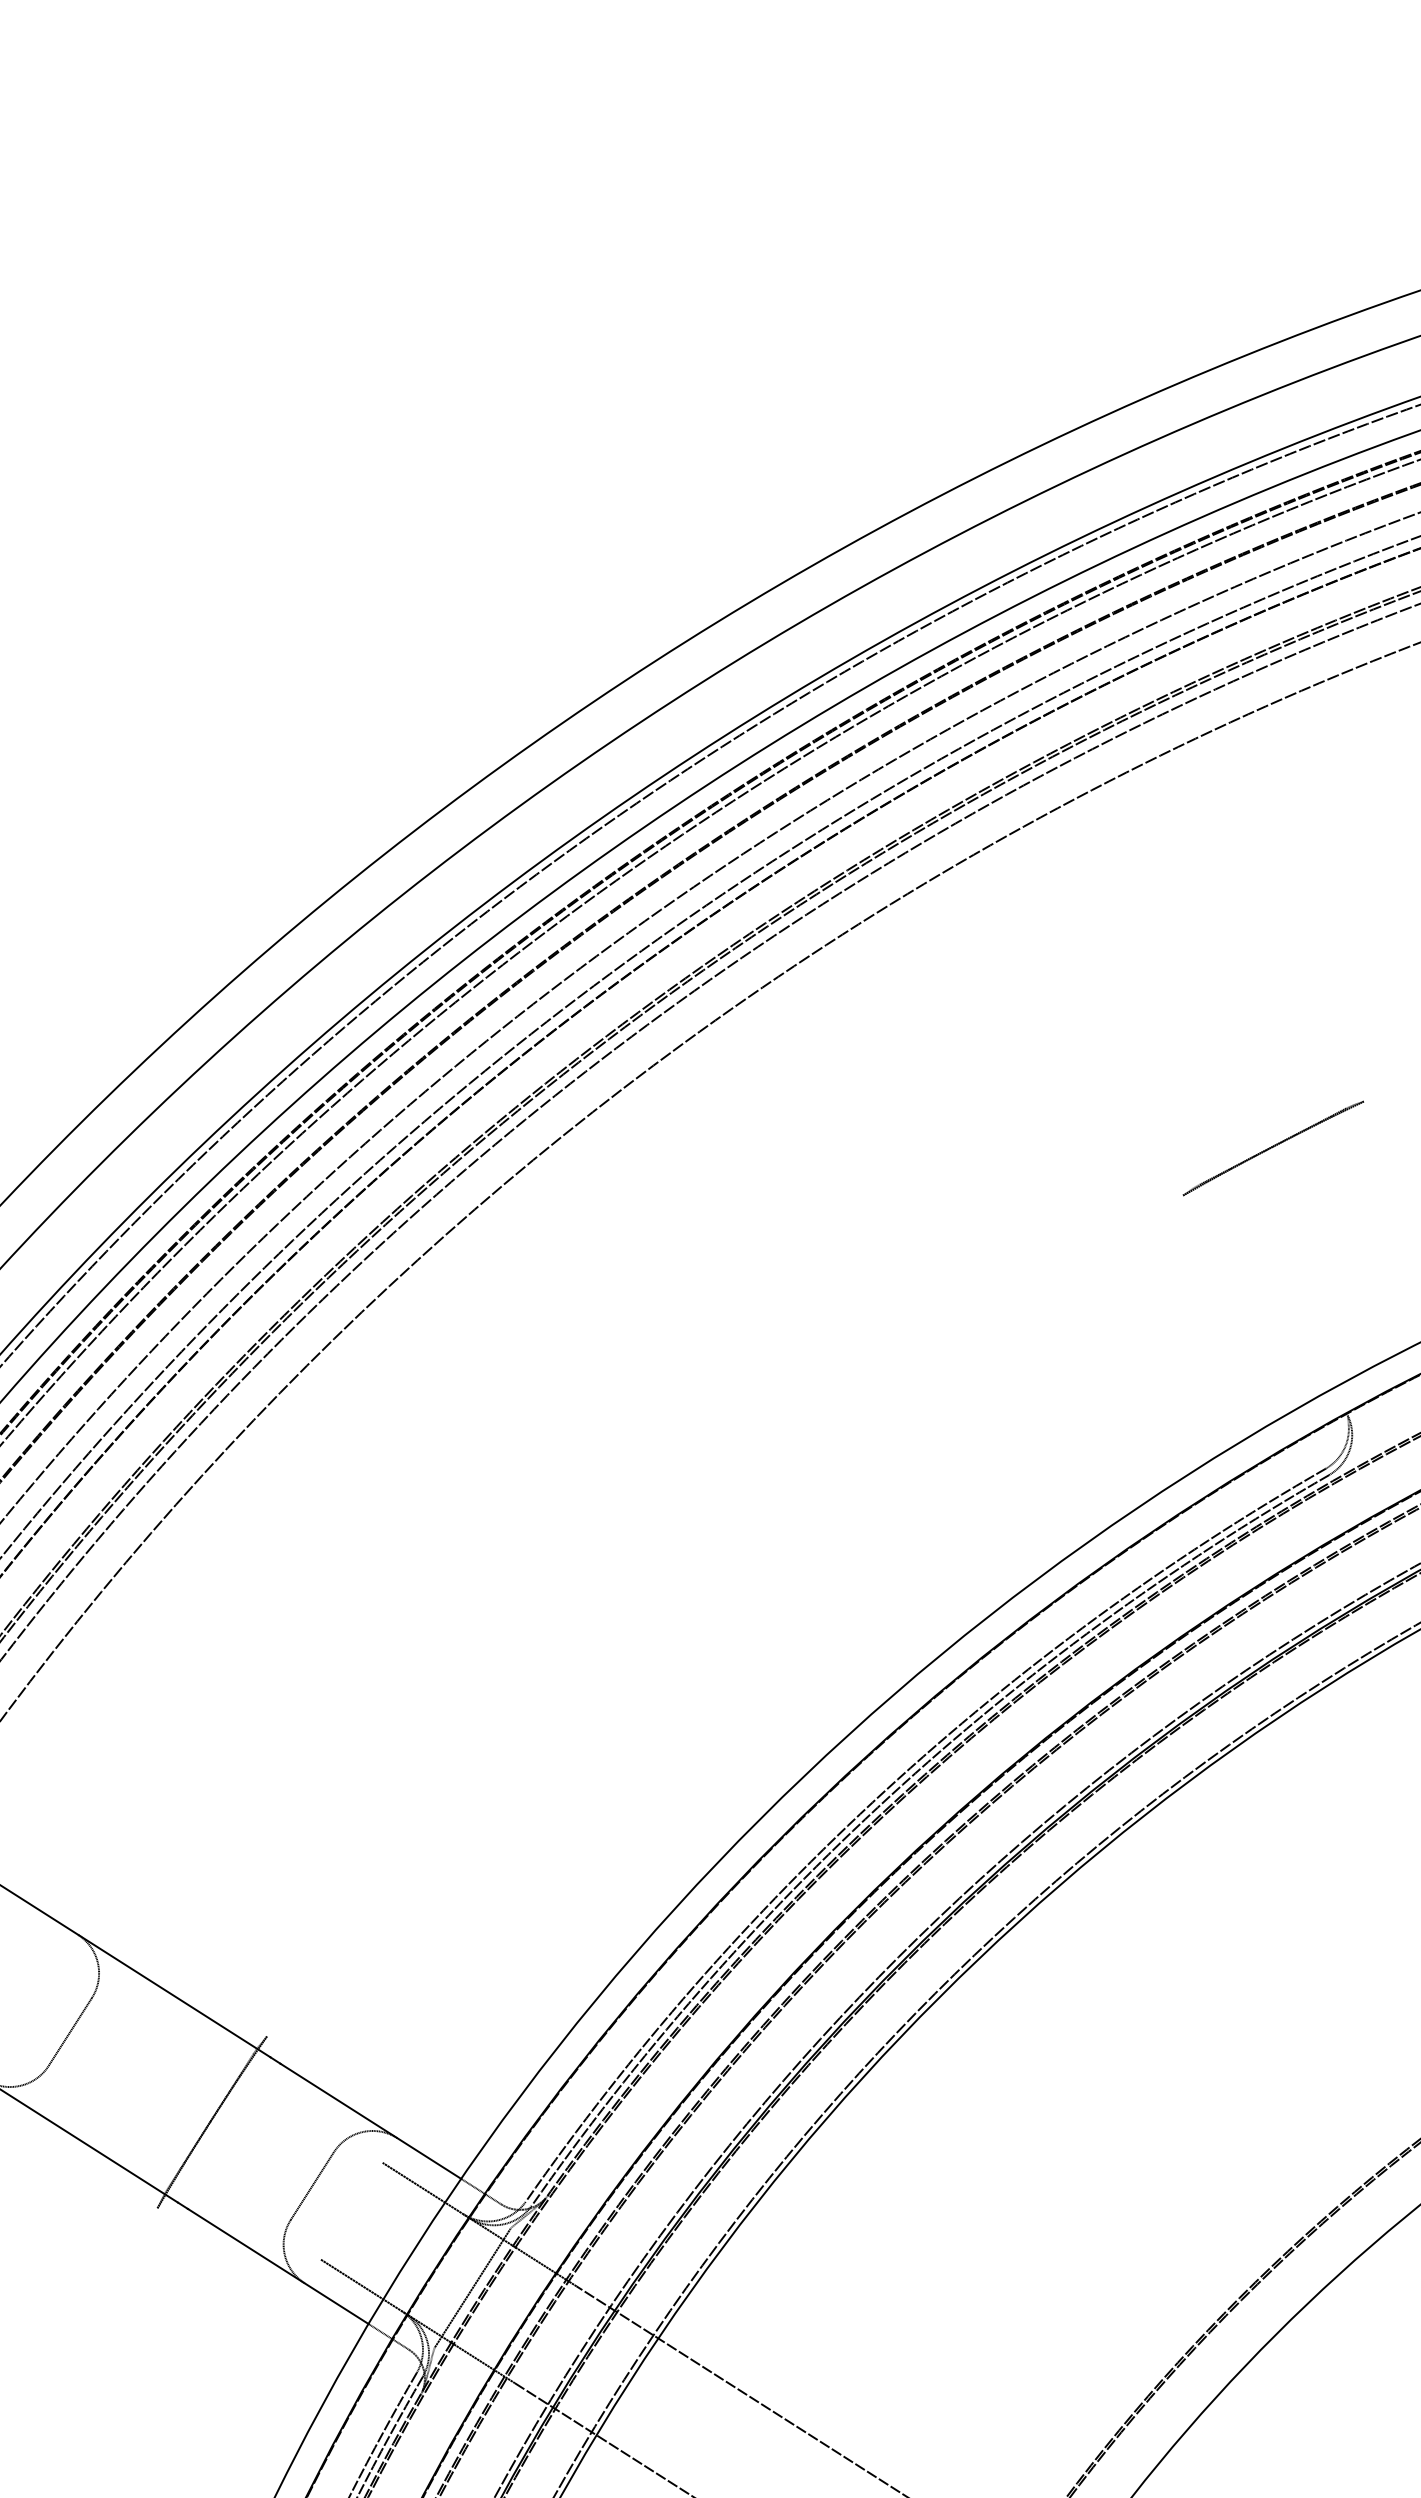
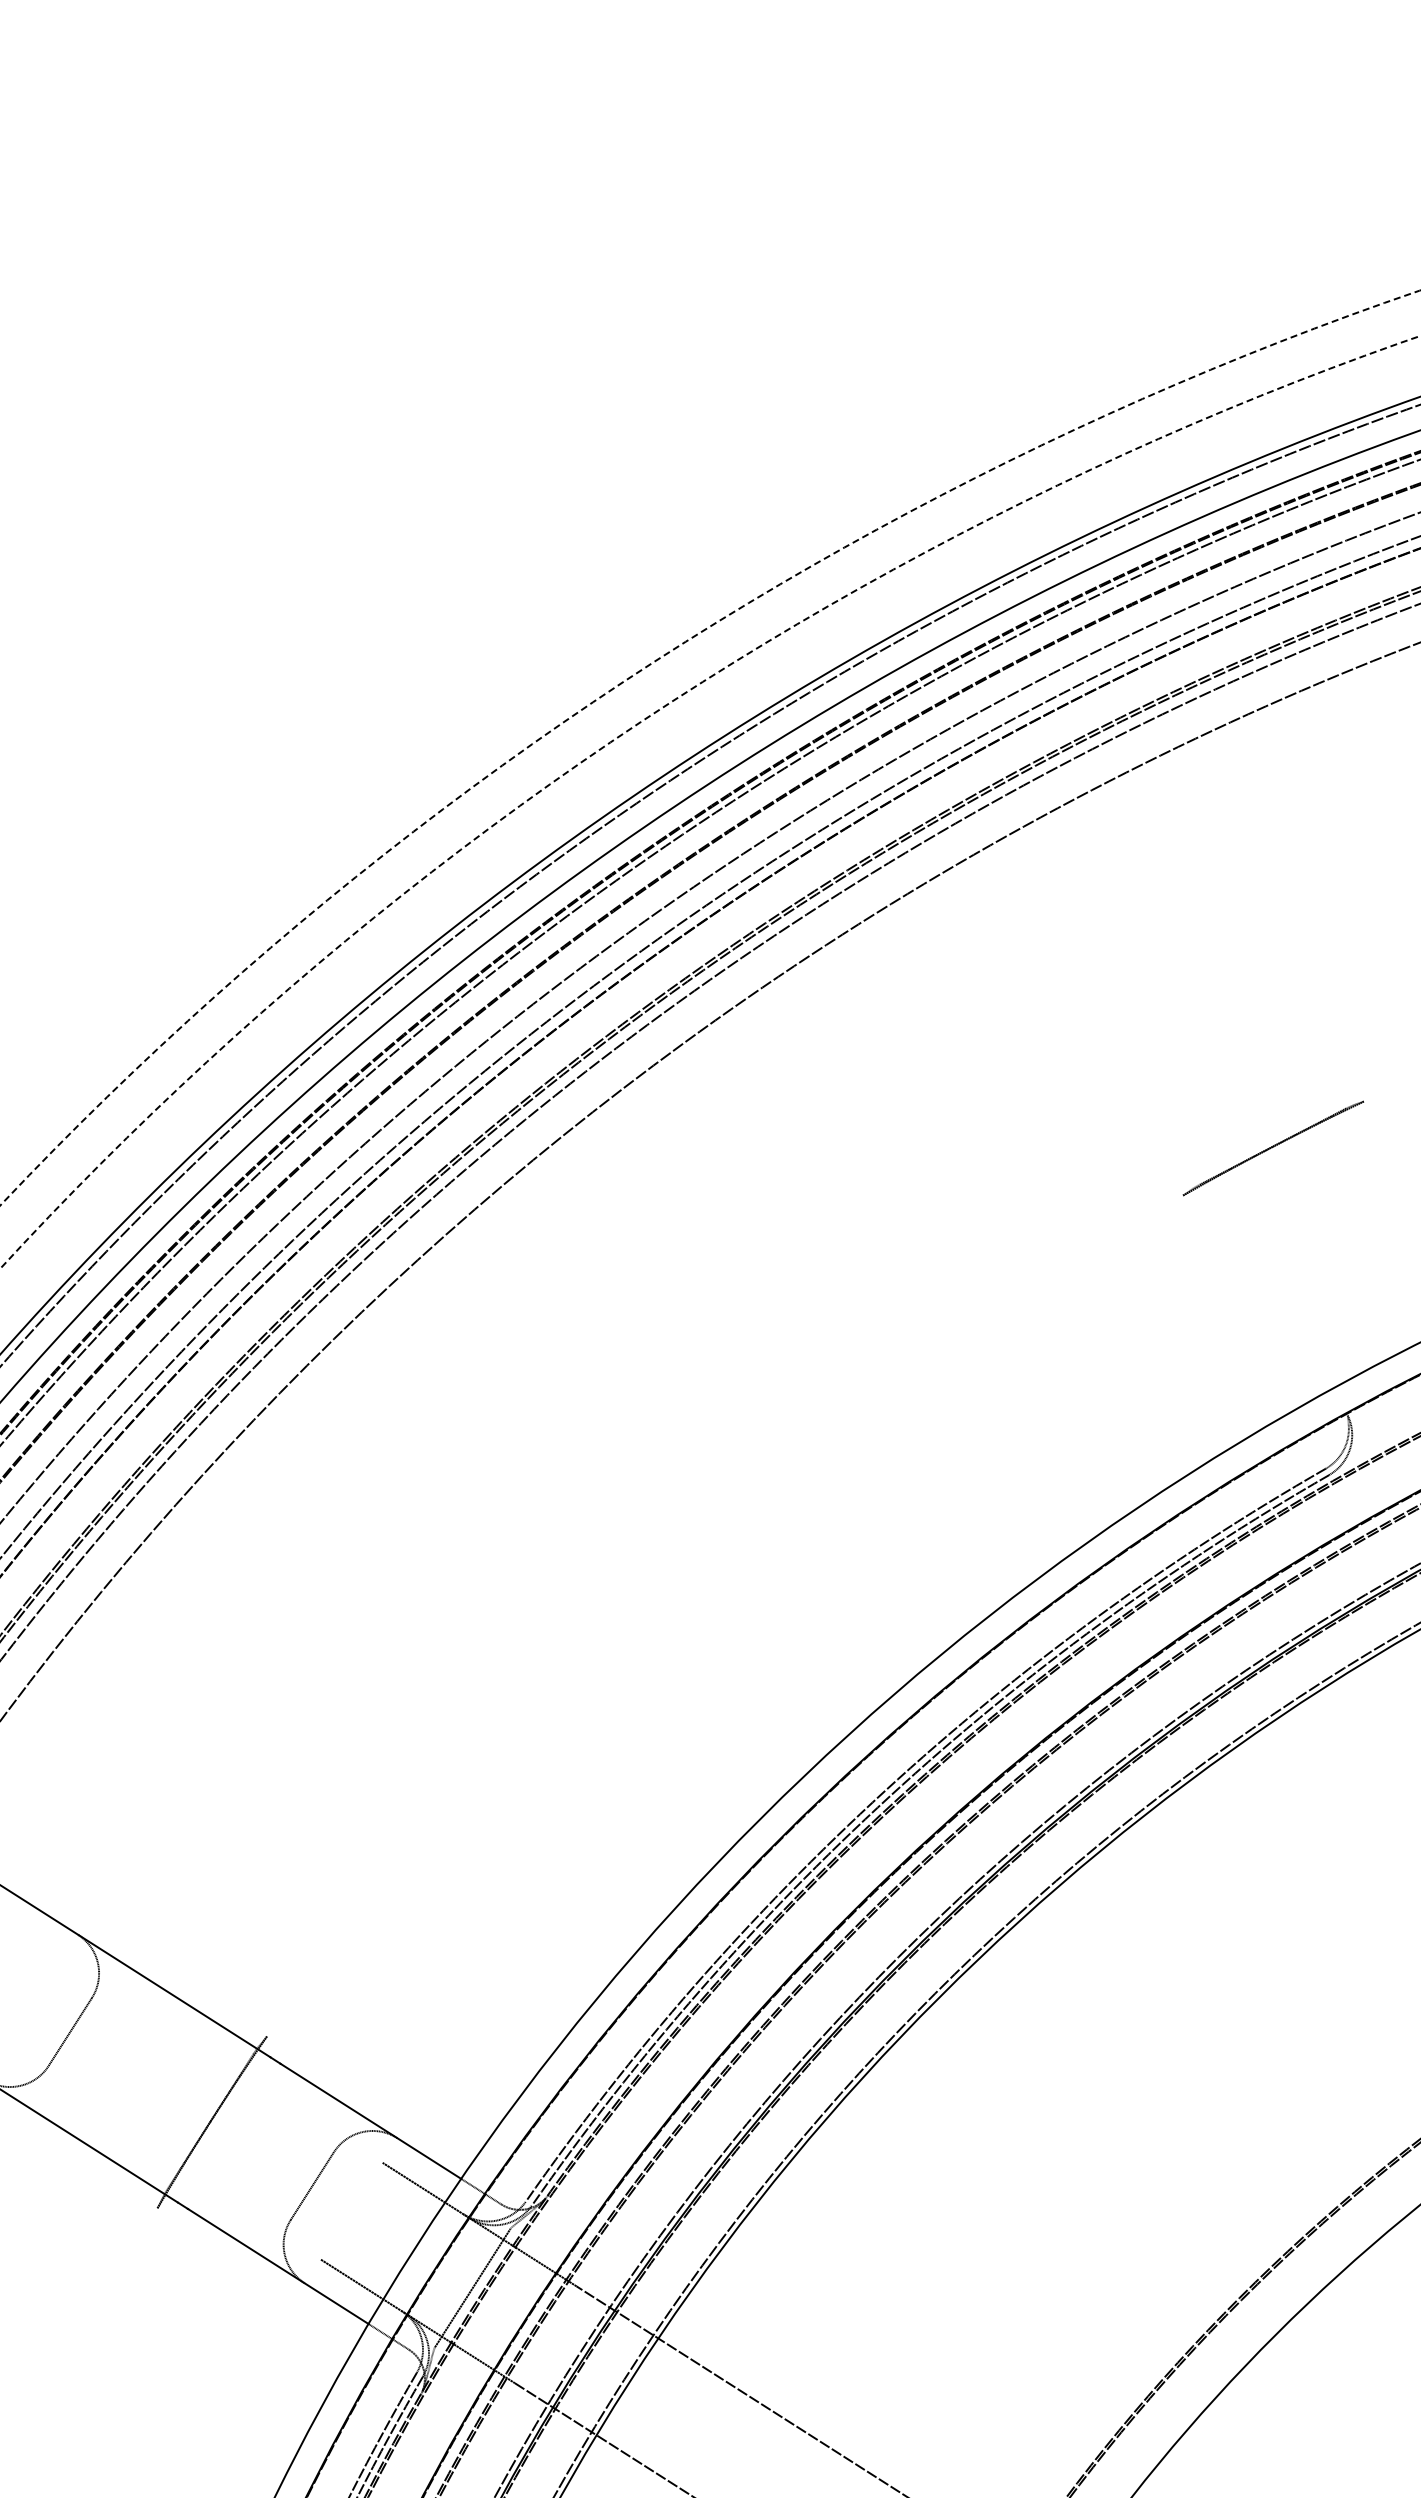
arc at (655, 661): solid -> dashed
arc at (652, 714): solid -> dashed
